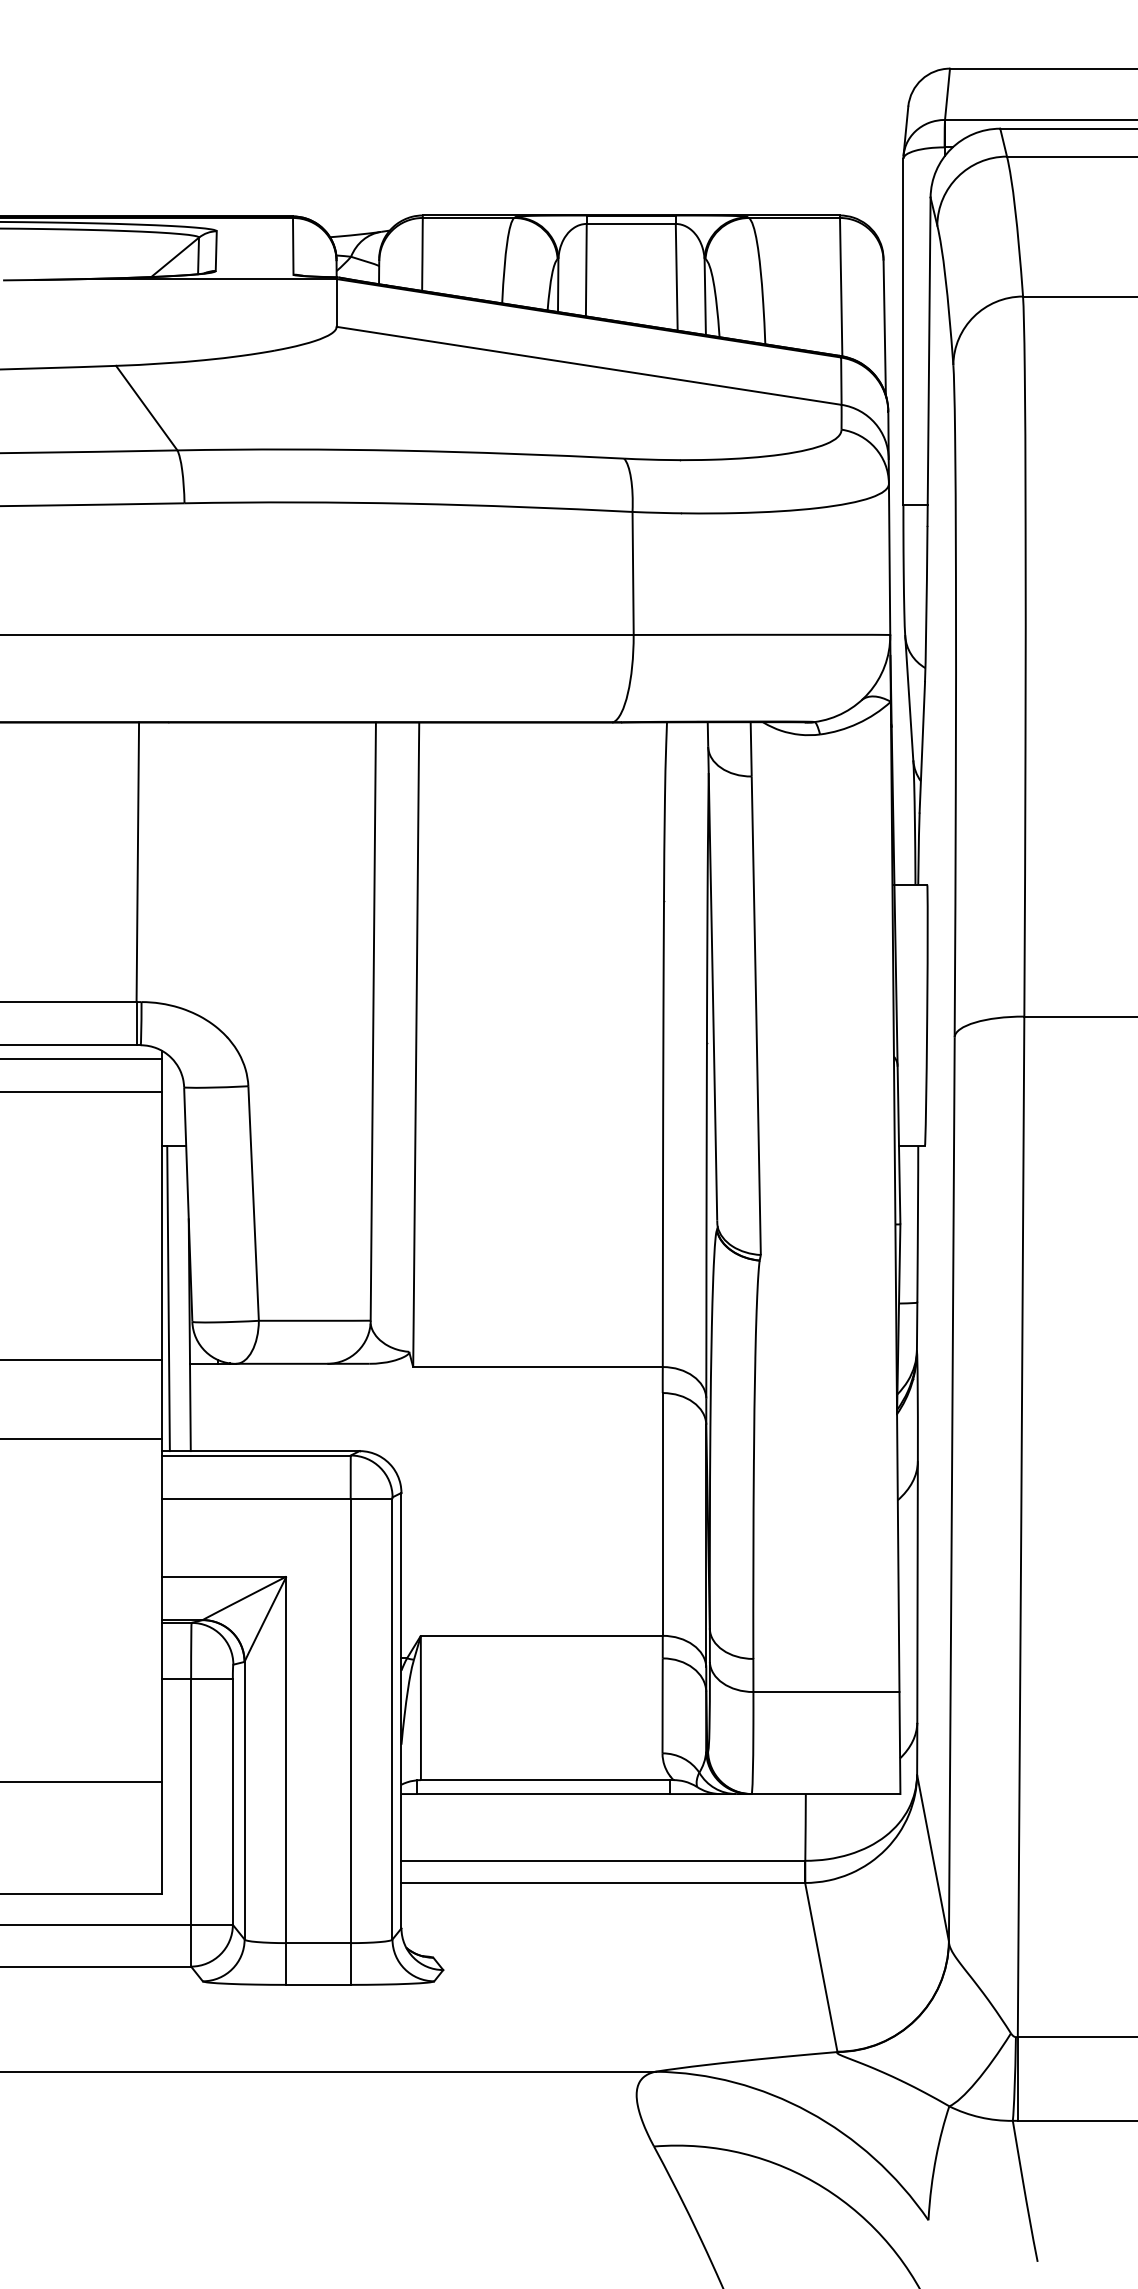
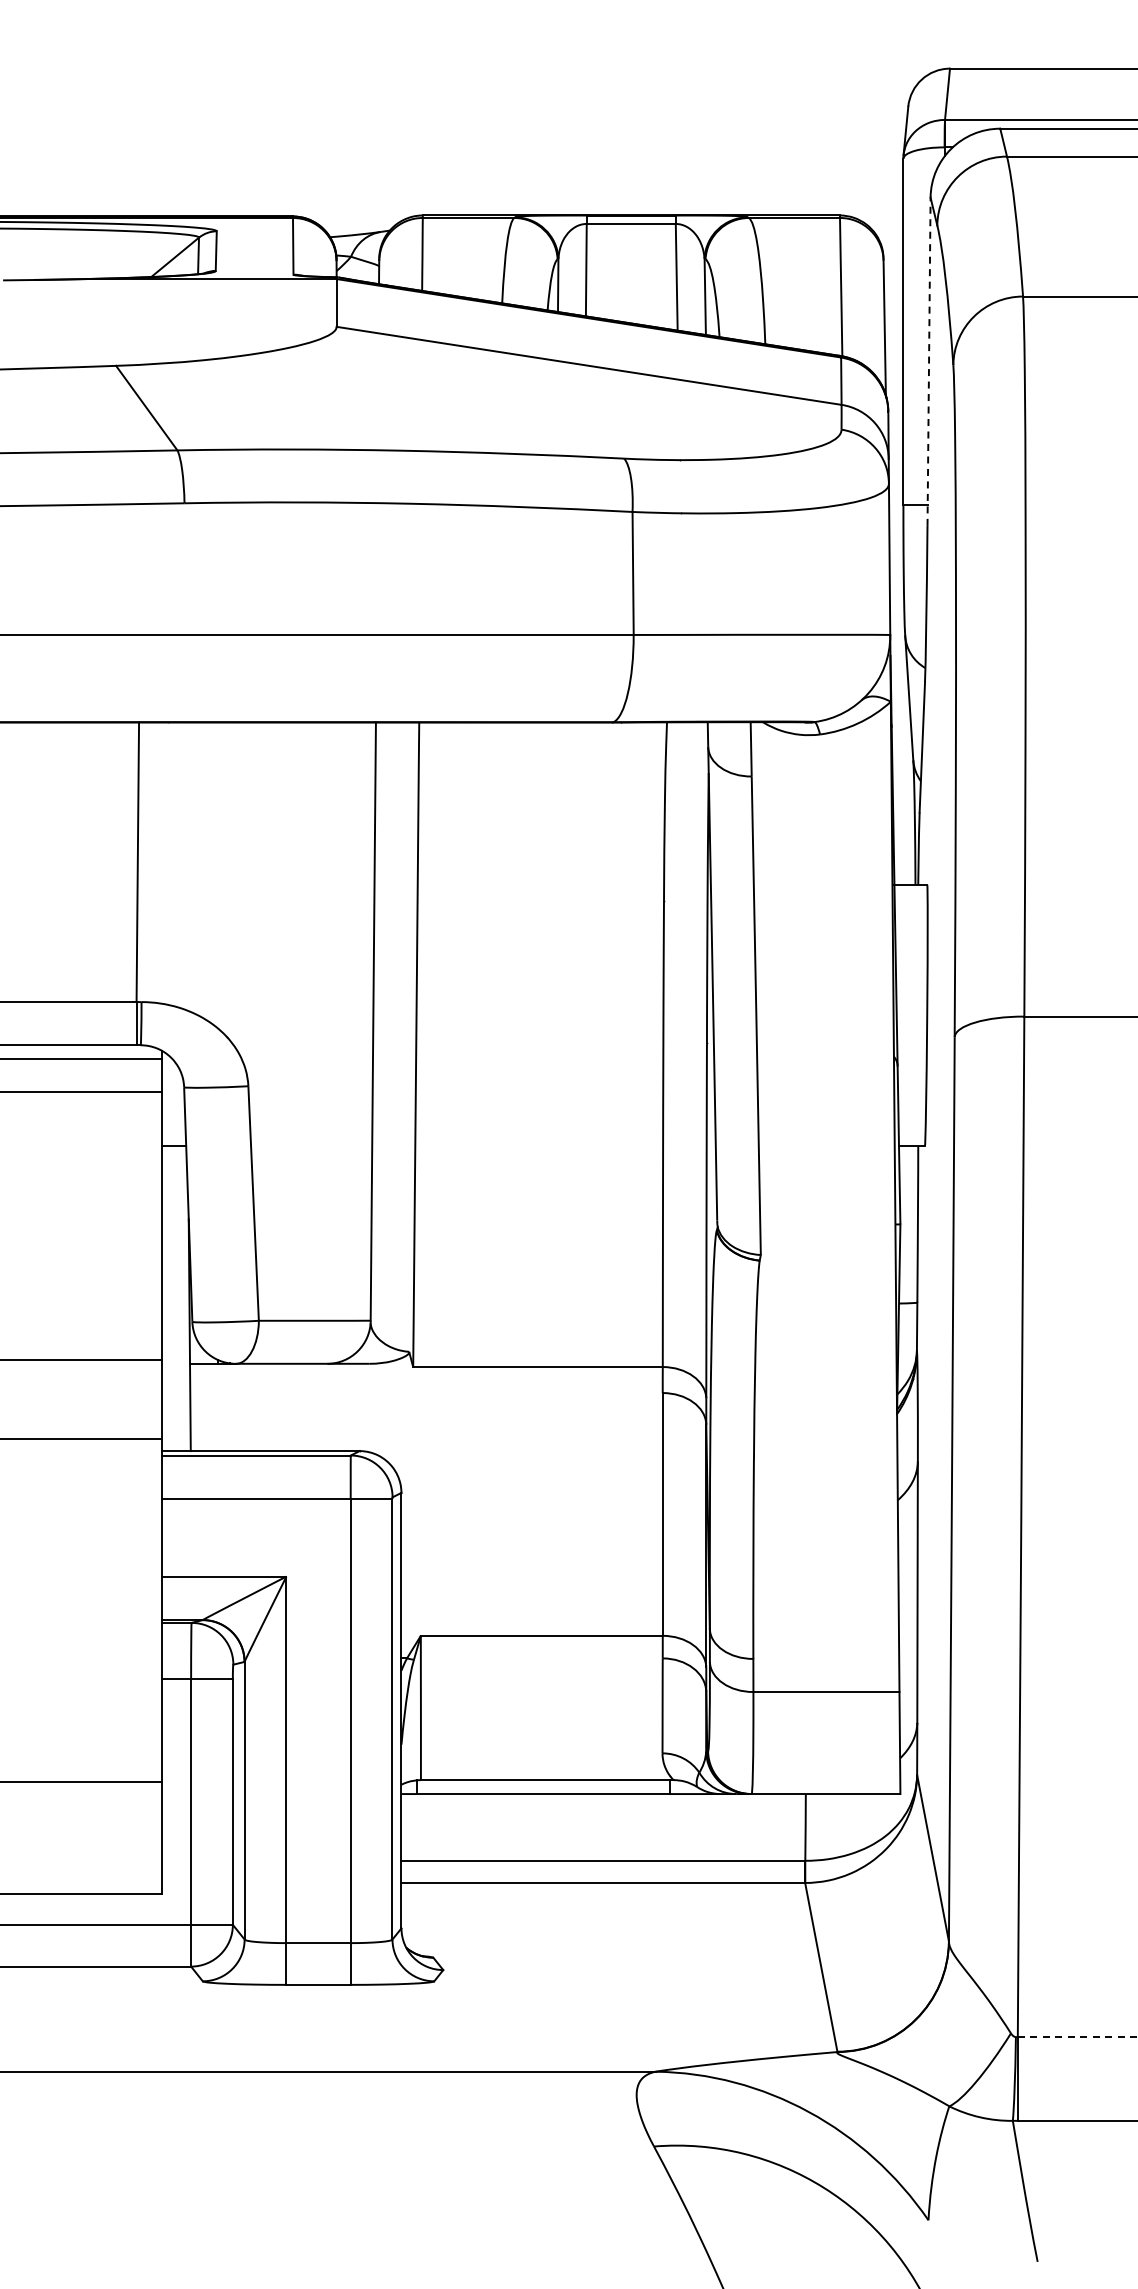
line at (929, 361): solid -> dashed
line at (168, 1298): present -> none
line at (1077, 2037): solid -> dashed
